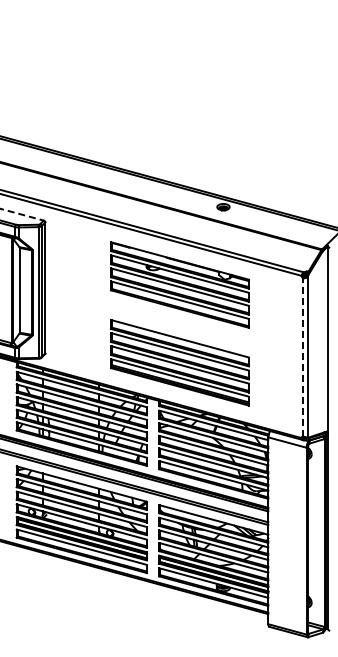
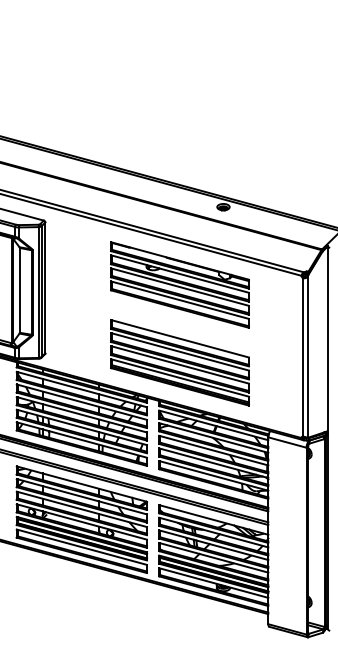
line at (22, 214): dashed -> solid
line at (303, 356): dashed -> solid
